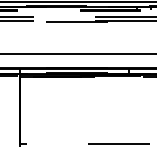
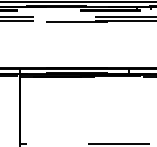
line at (77, 54): present -> none
